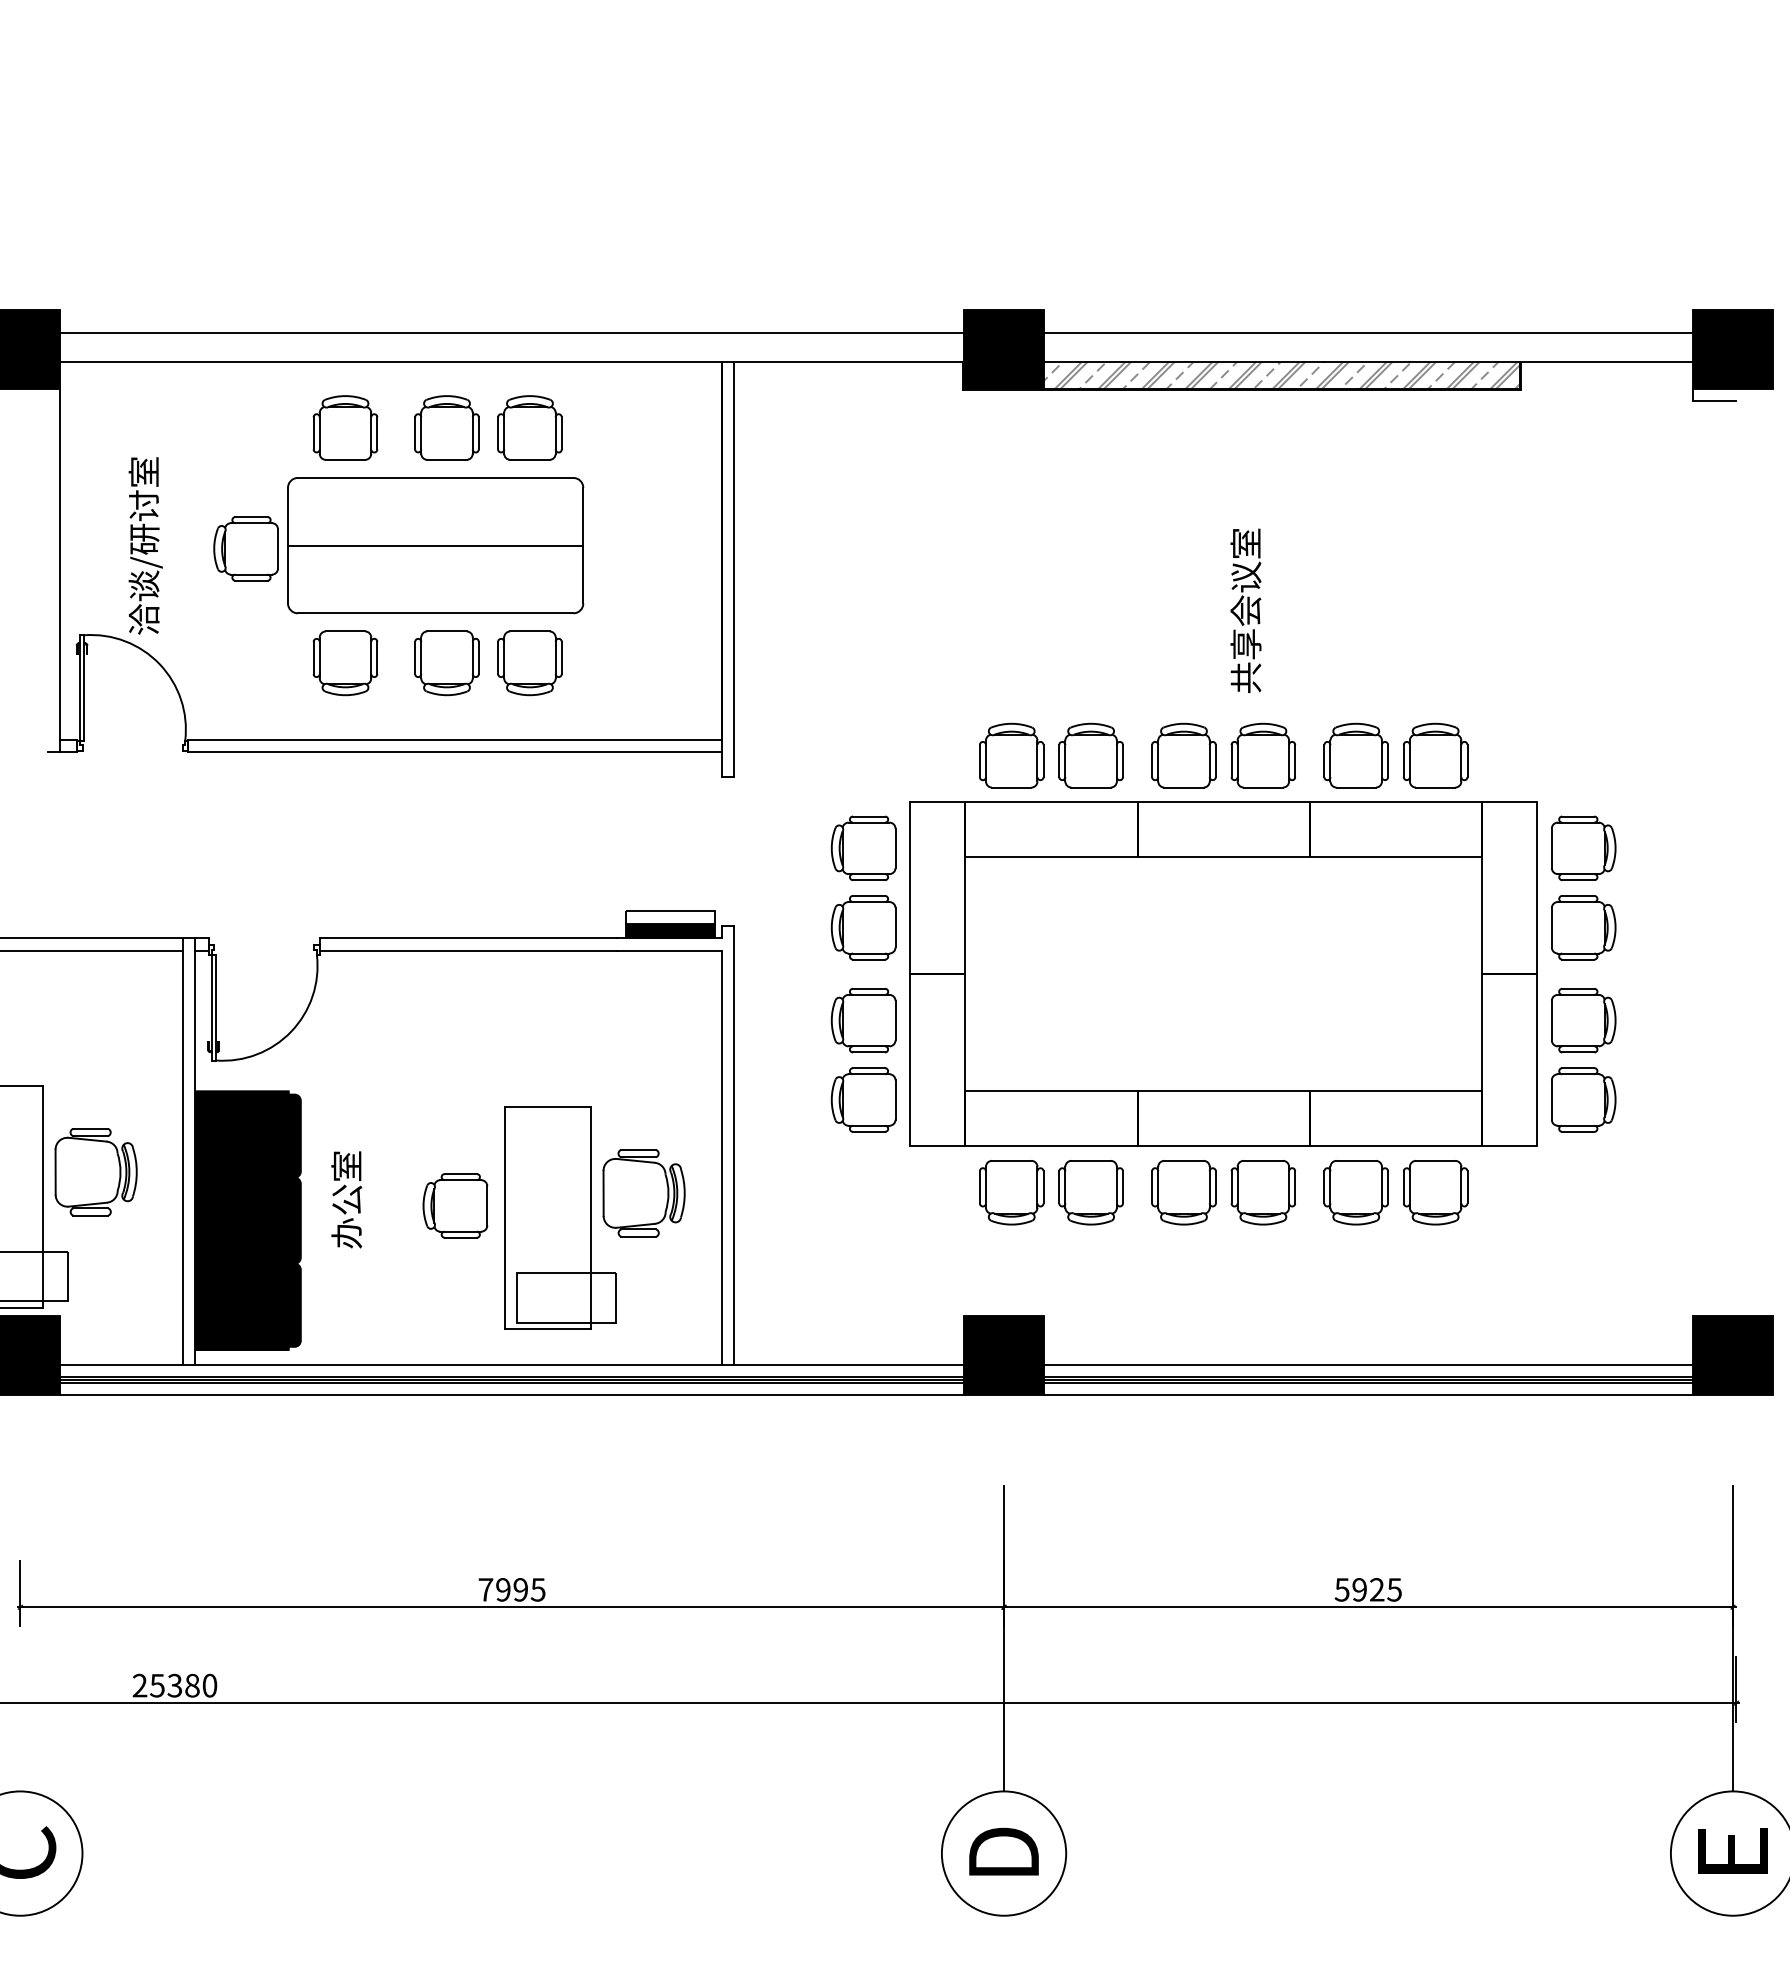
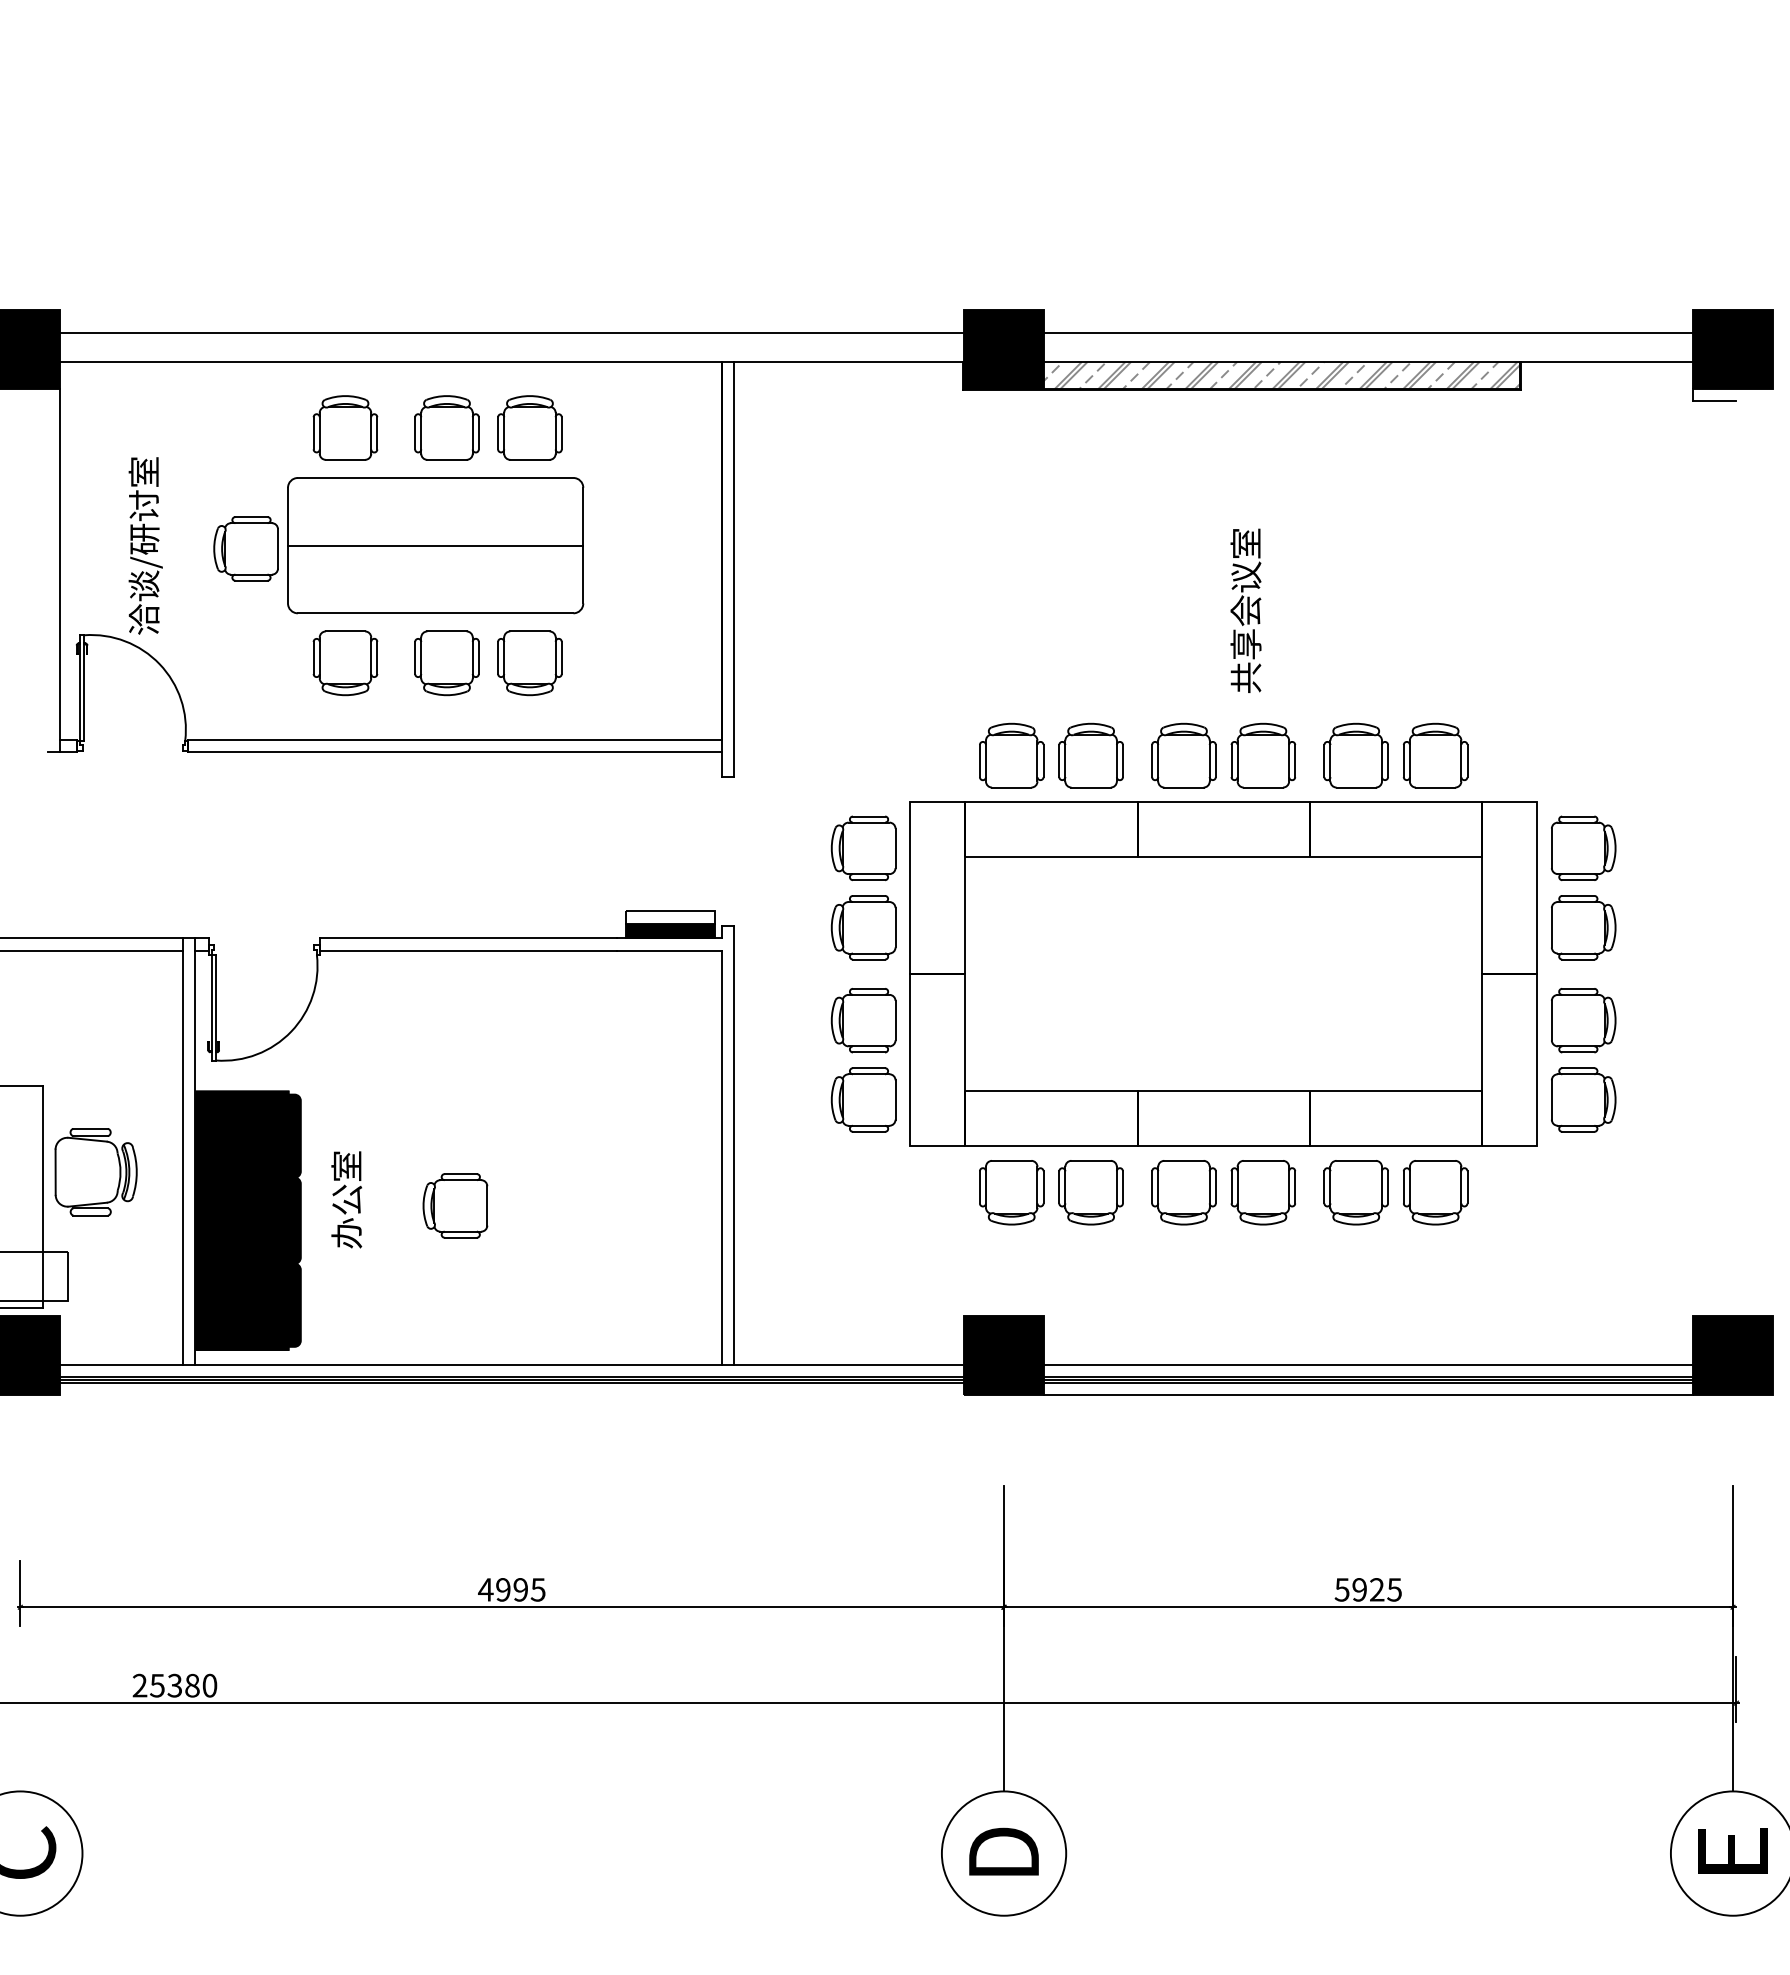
part at (594, 1217): present -> none
line at (512, 1394): present -> none
text at (485, 1589): 7995 -> 4995
